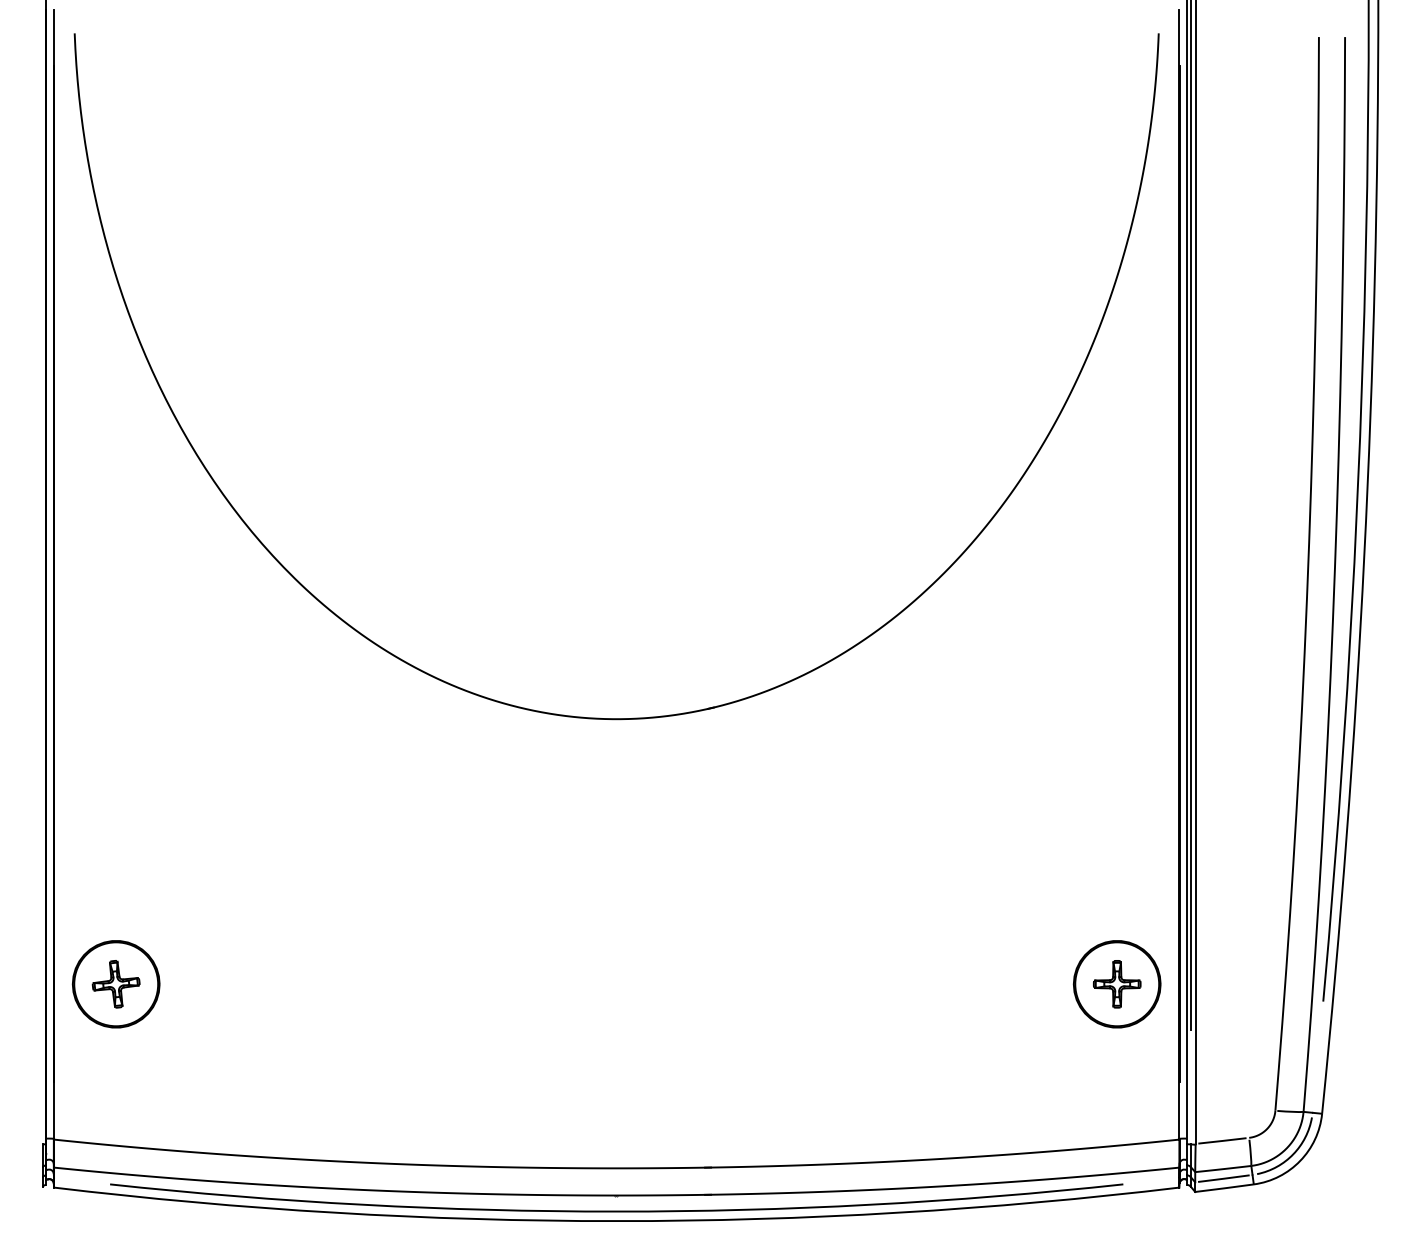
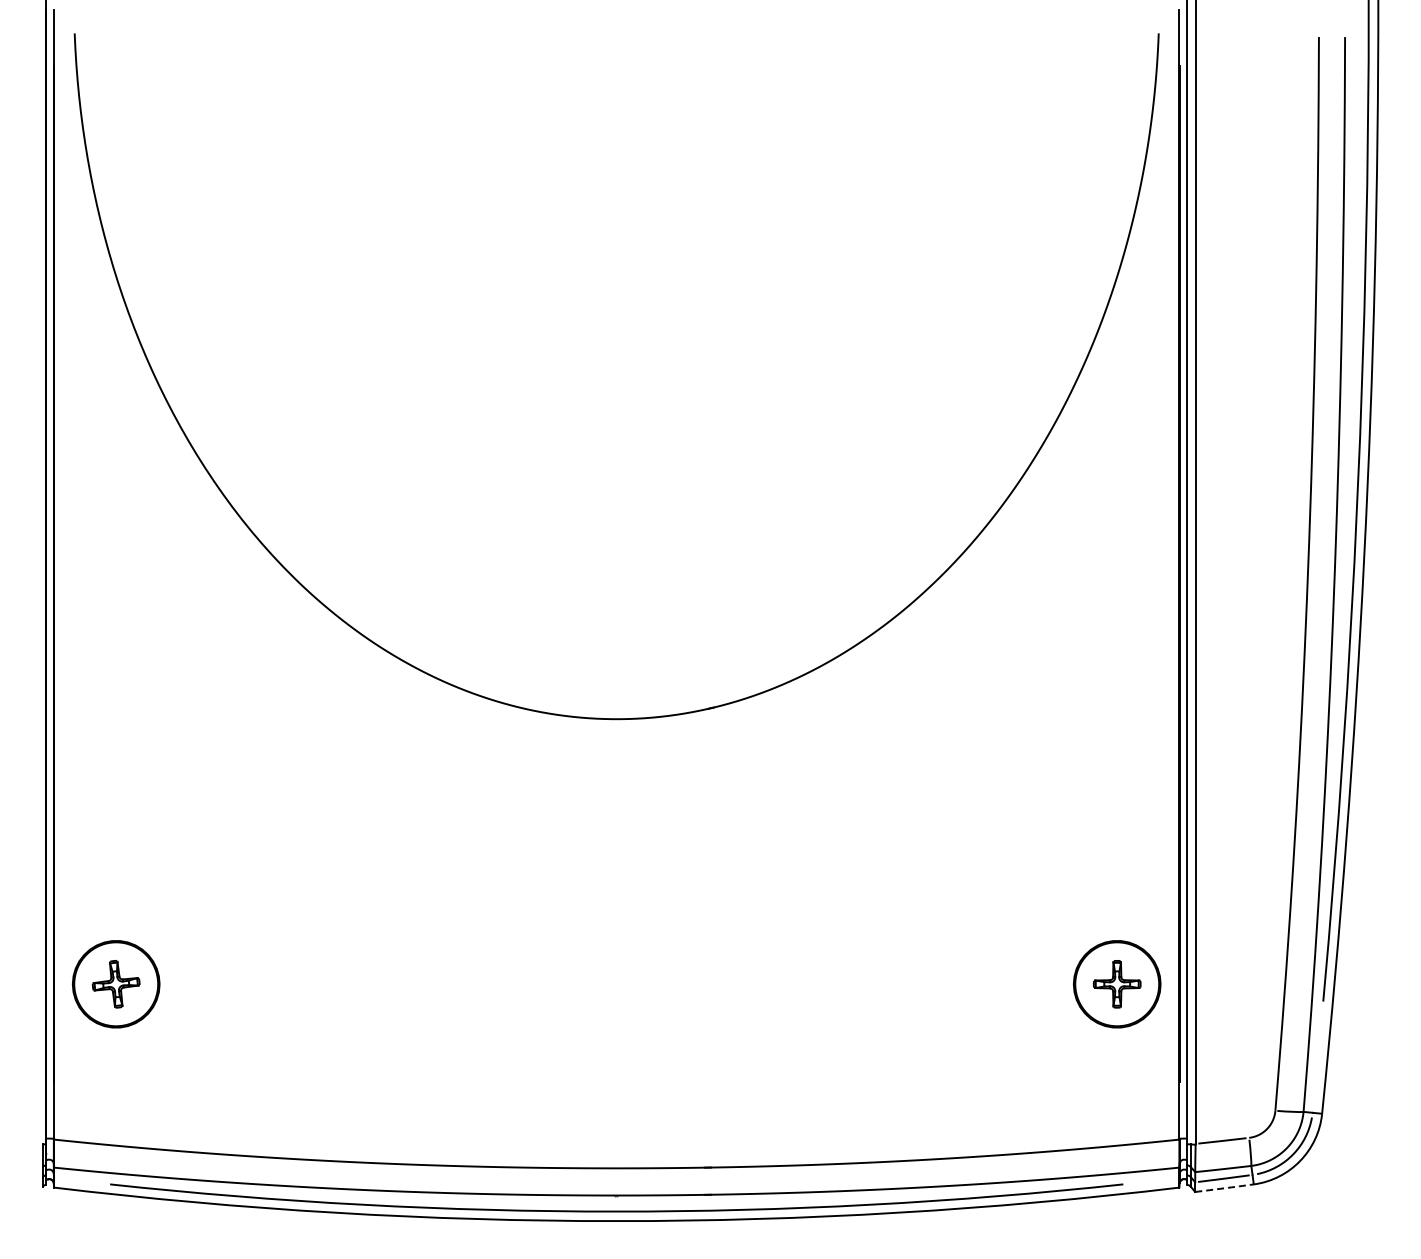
line at (1190, 515): present -> none
arc at (1224, 1188): solid -> dashed
